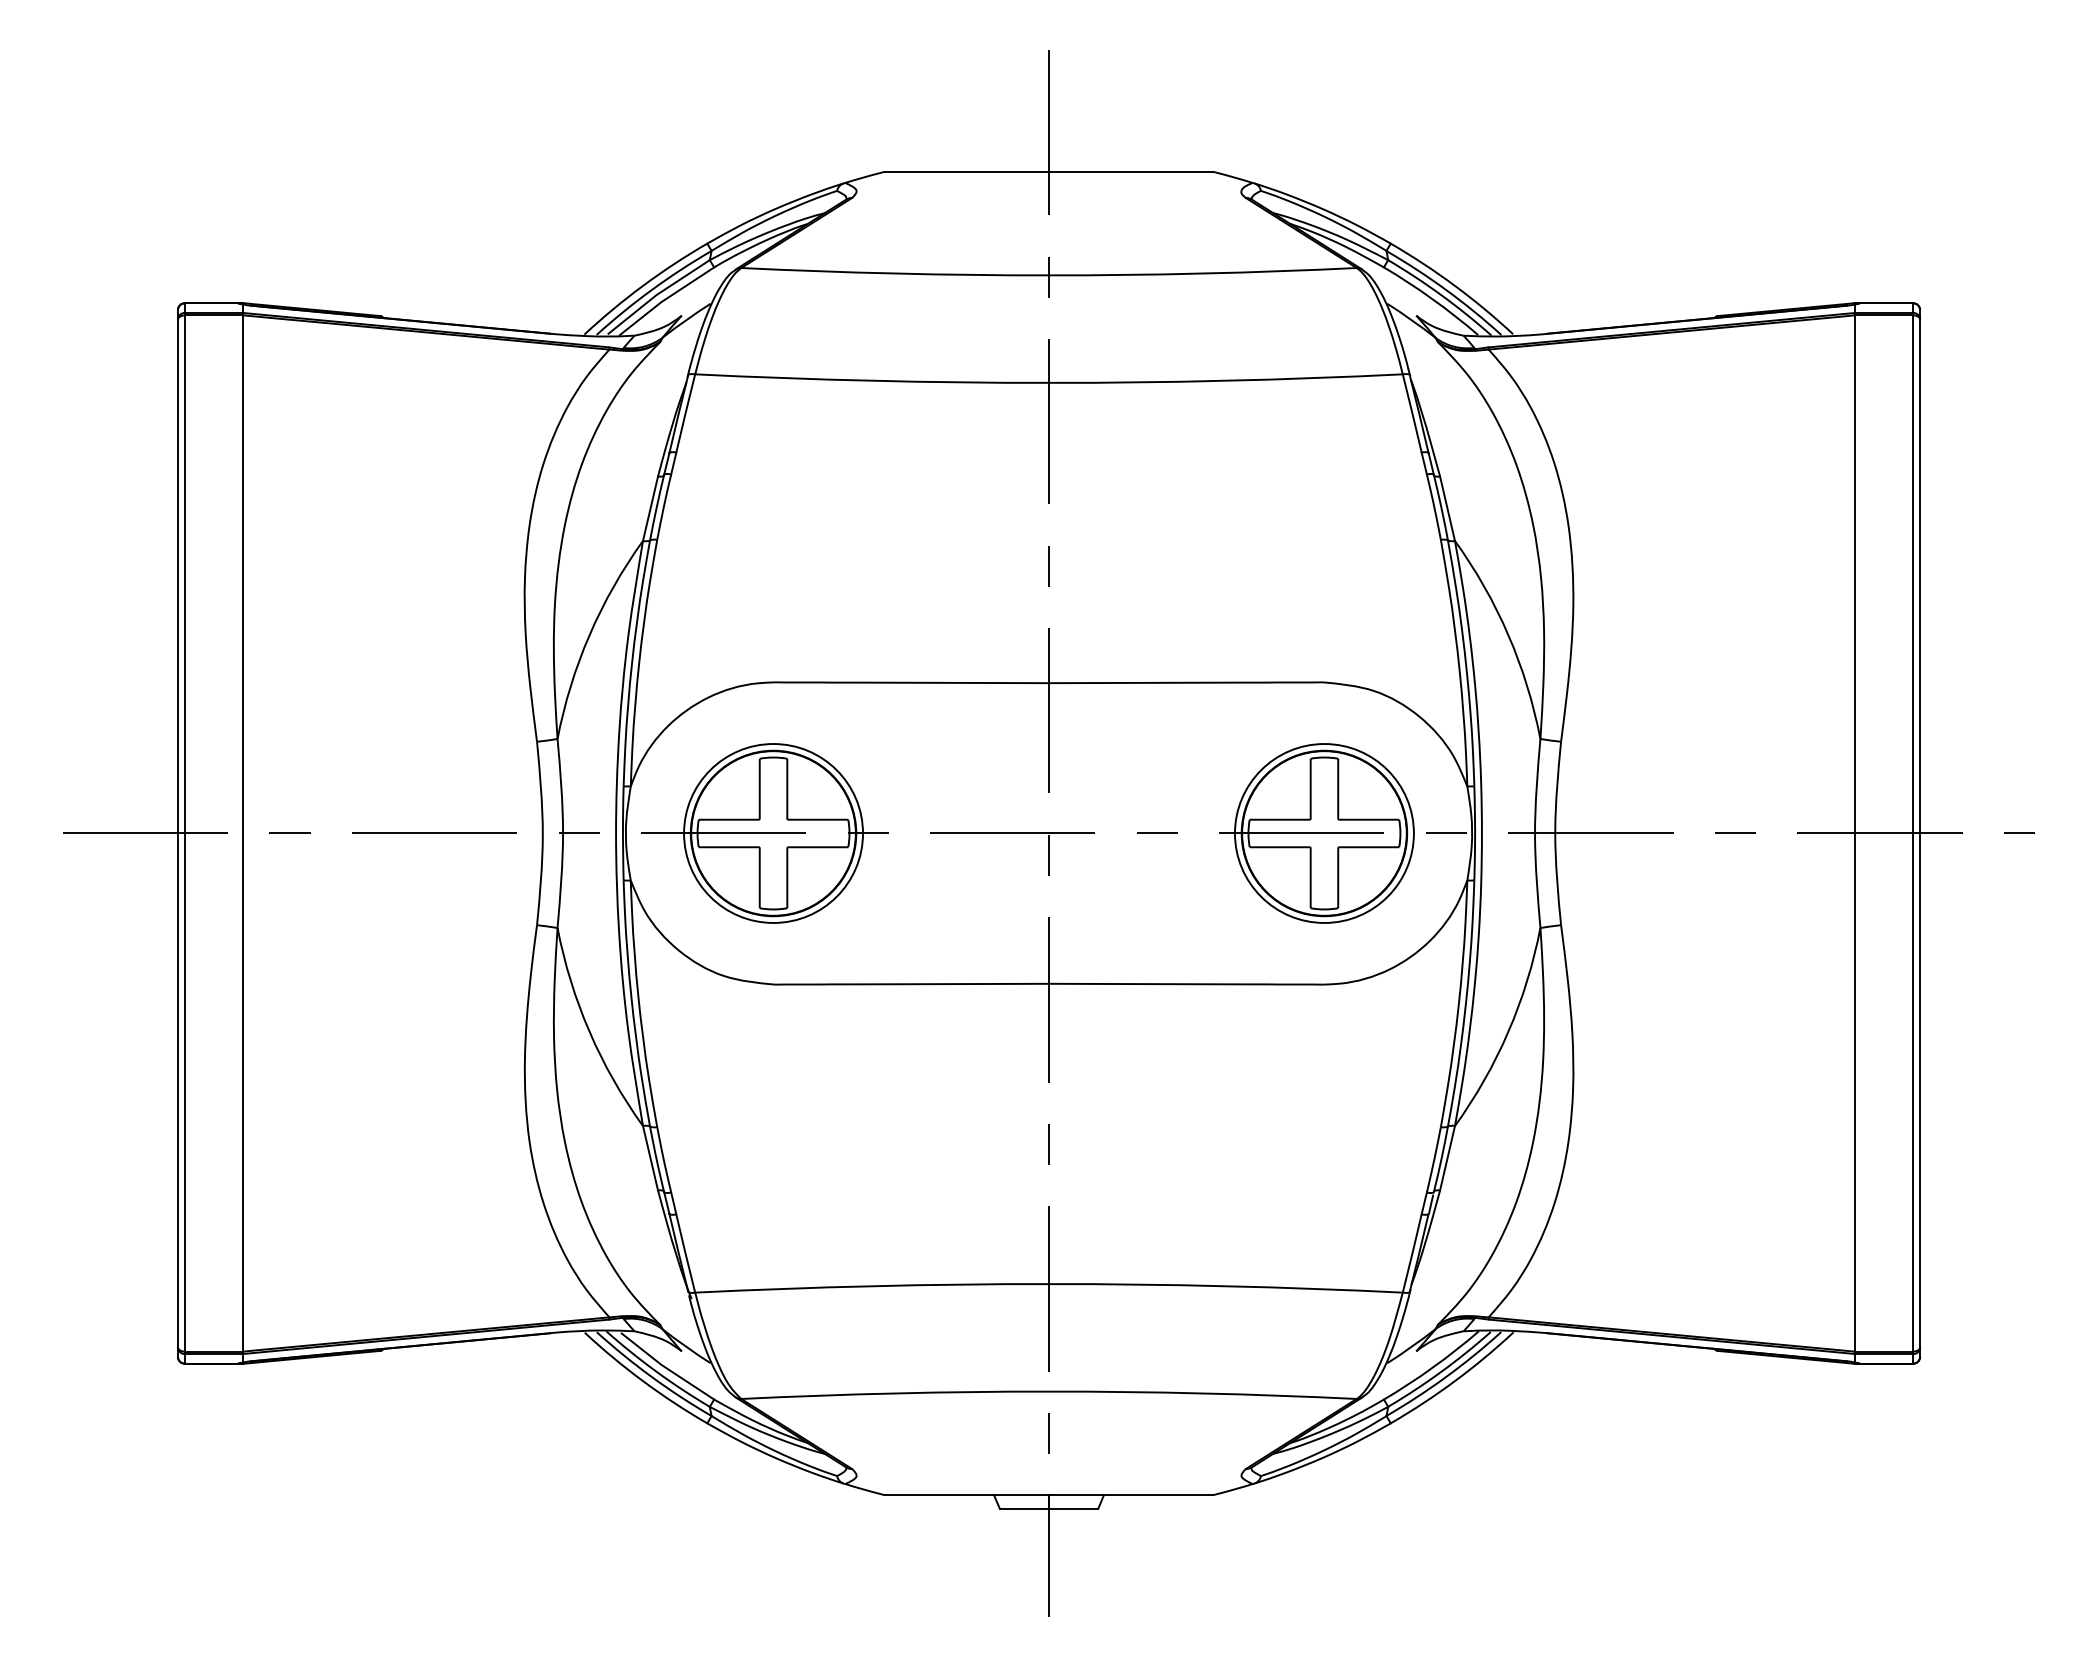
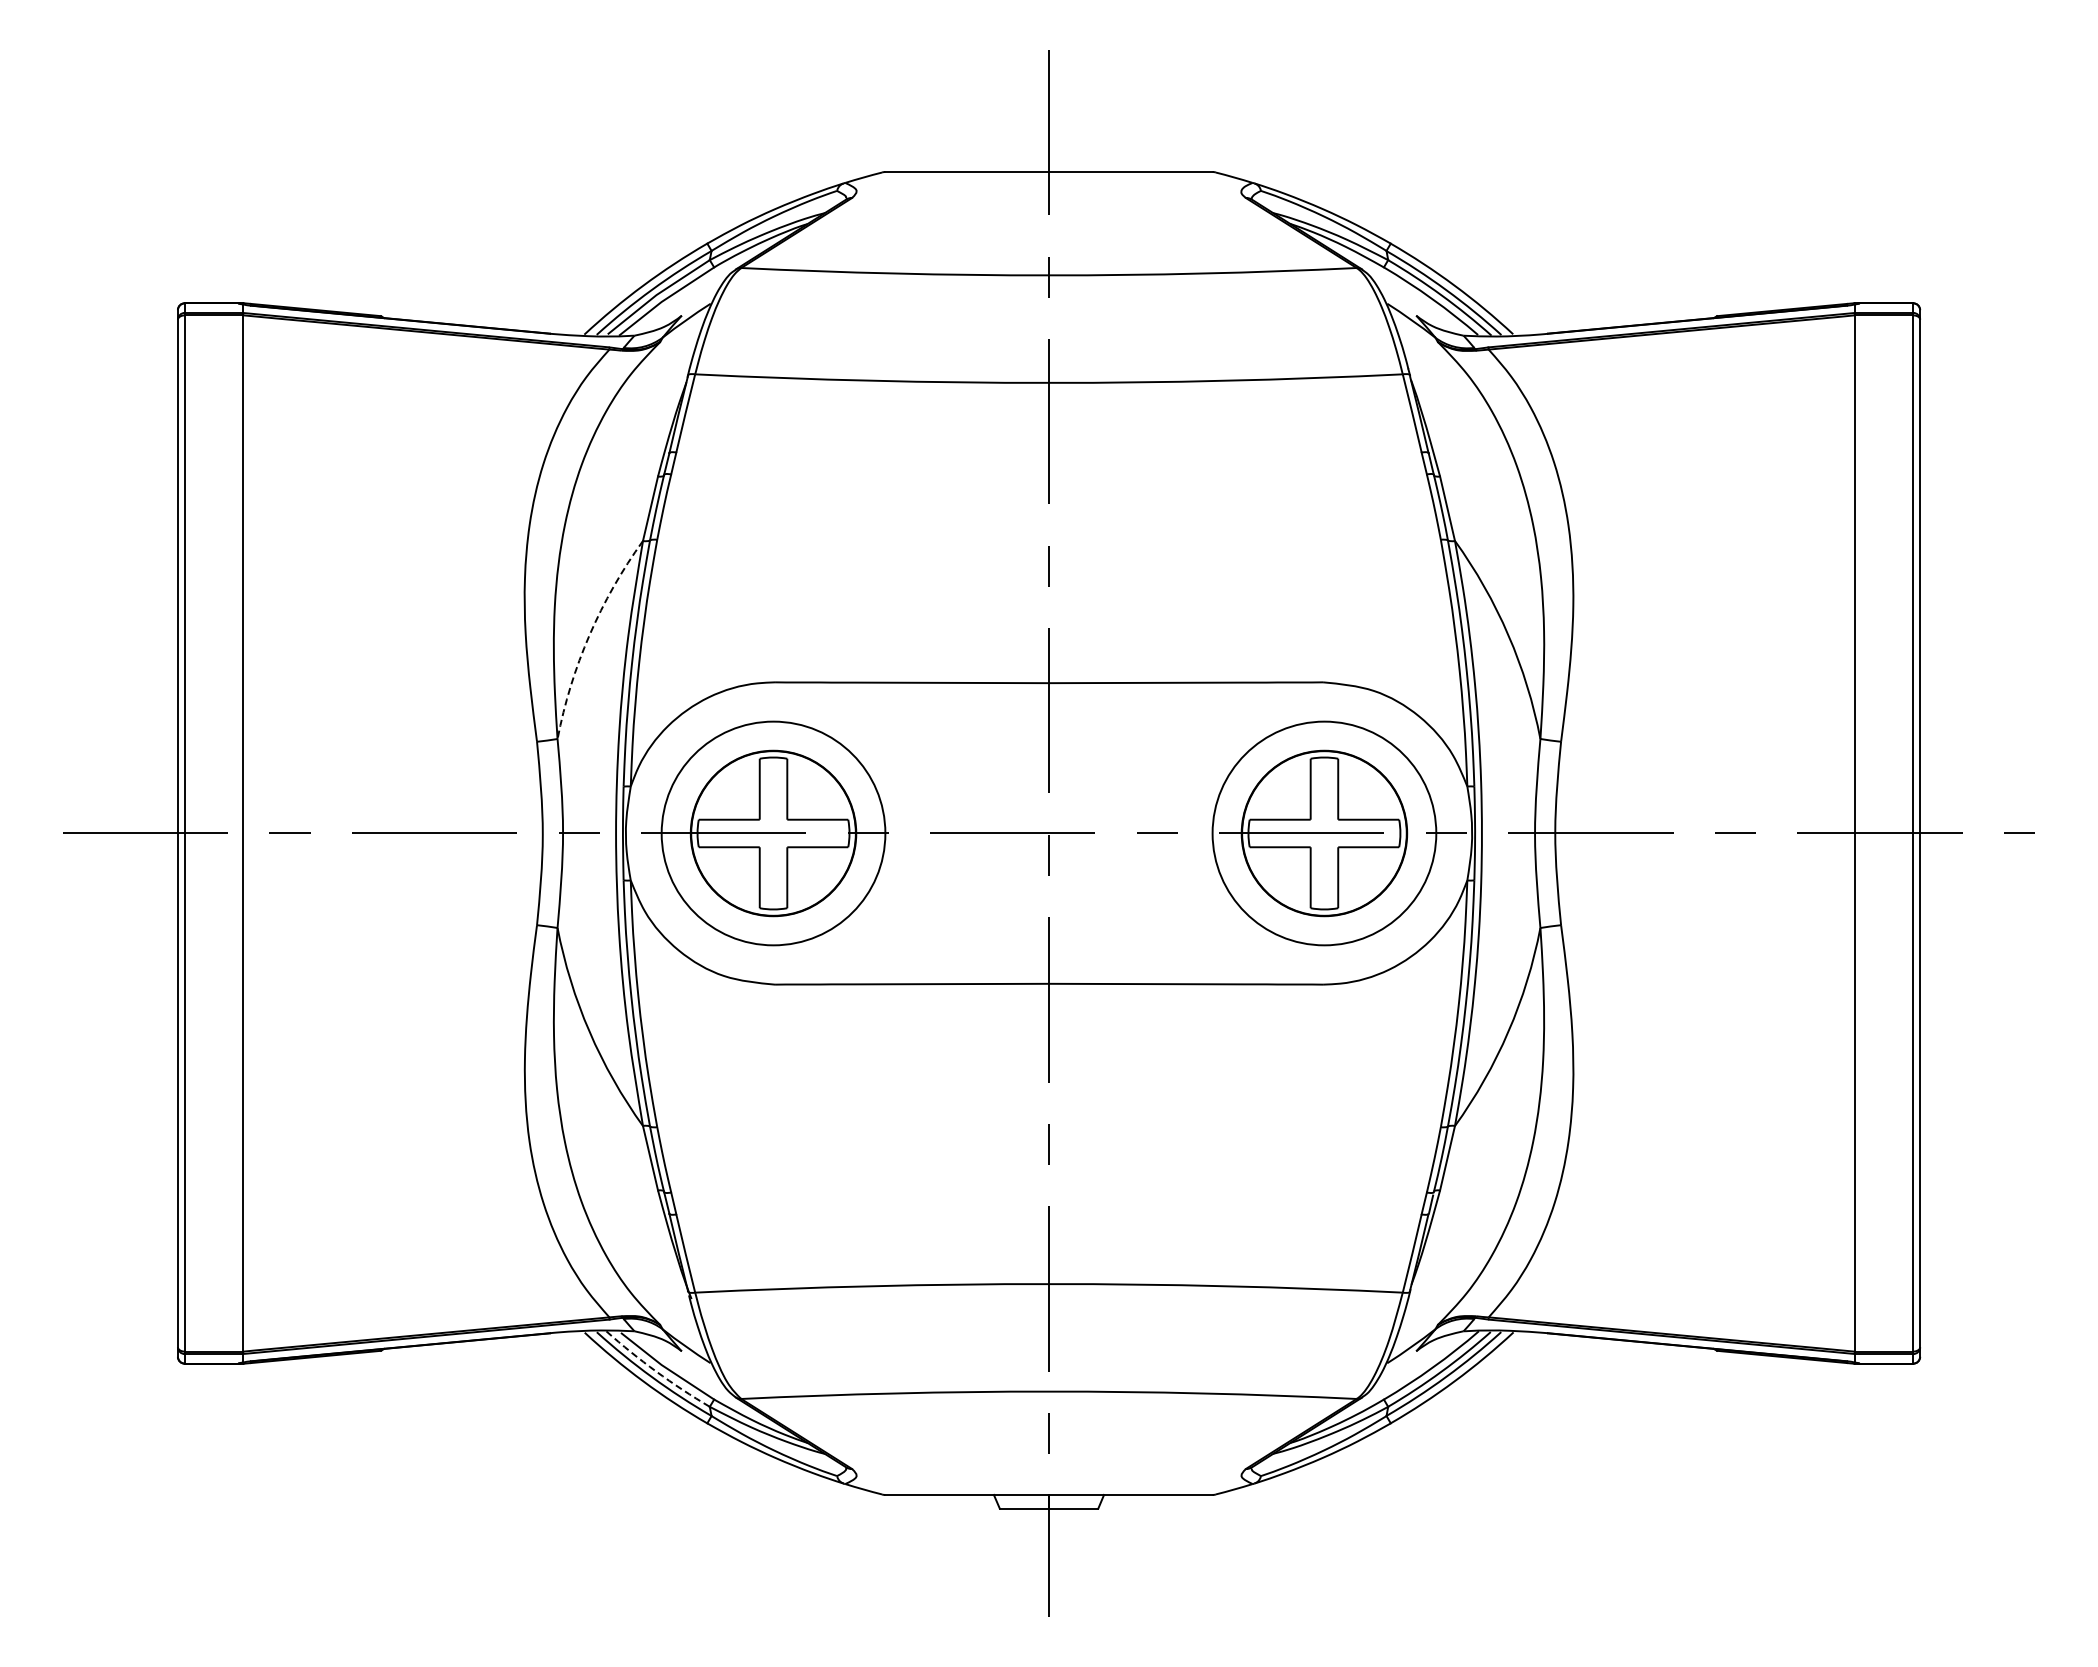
arc at (589, 635): solid -> dashed
circle at (773, 833) diameter: 179 px -> 224 px
circle at (1323, 833) diameter: 179 px -> 224 px
arc at (656, 1371): solid -> dashed
